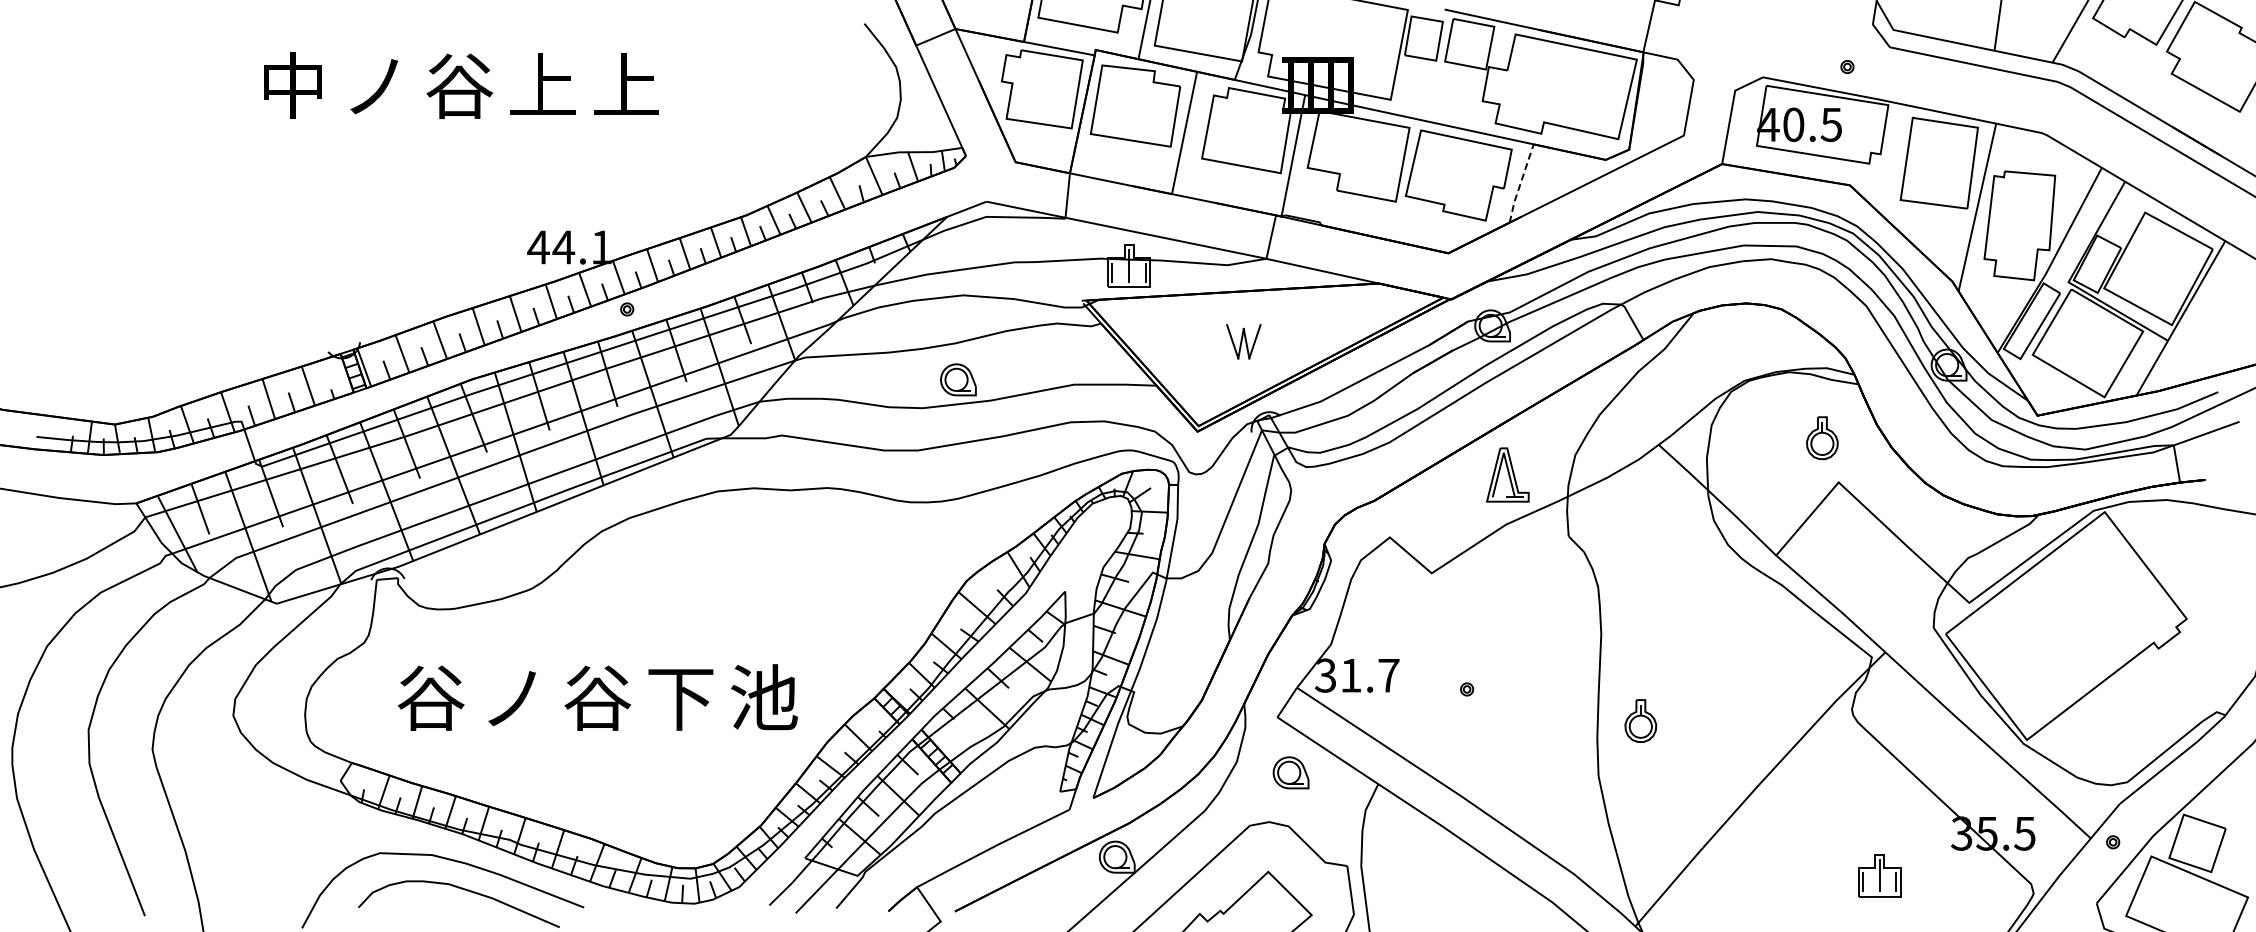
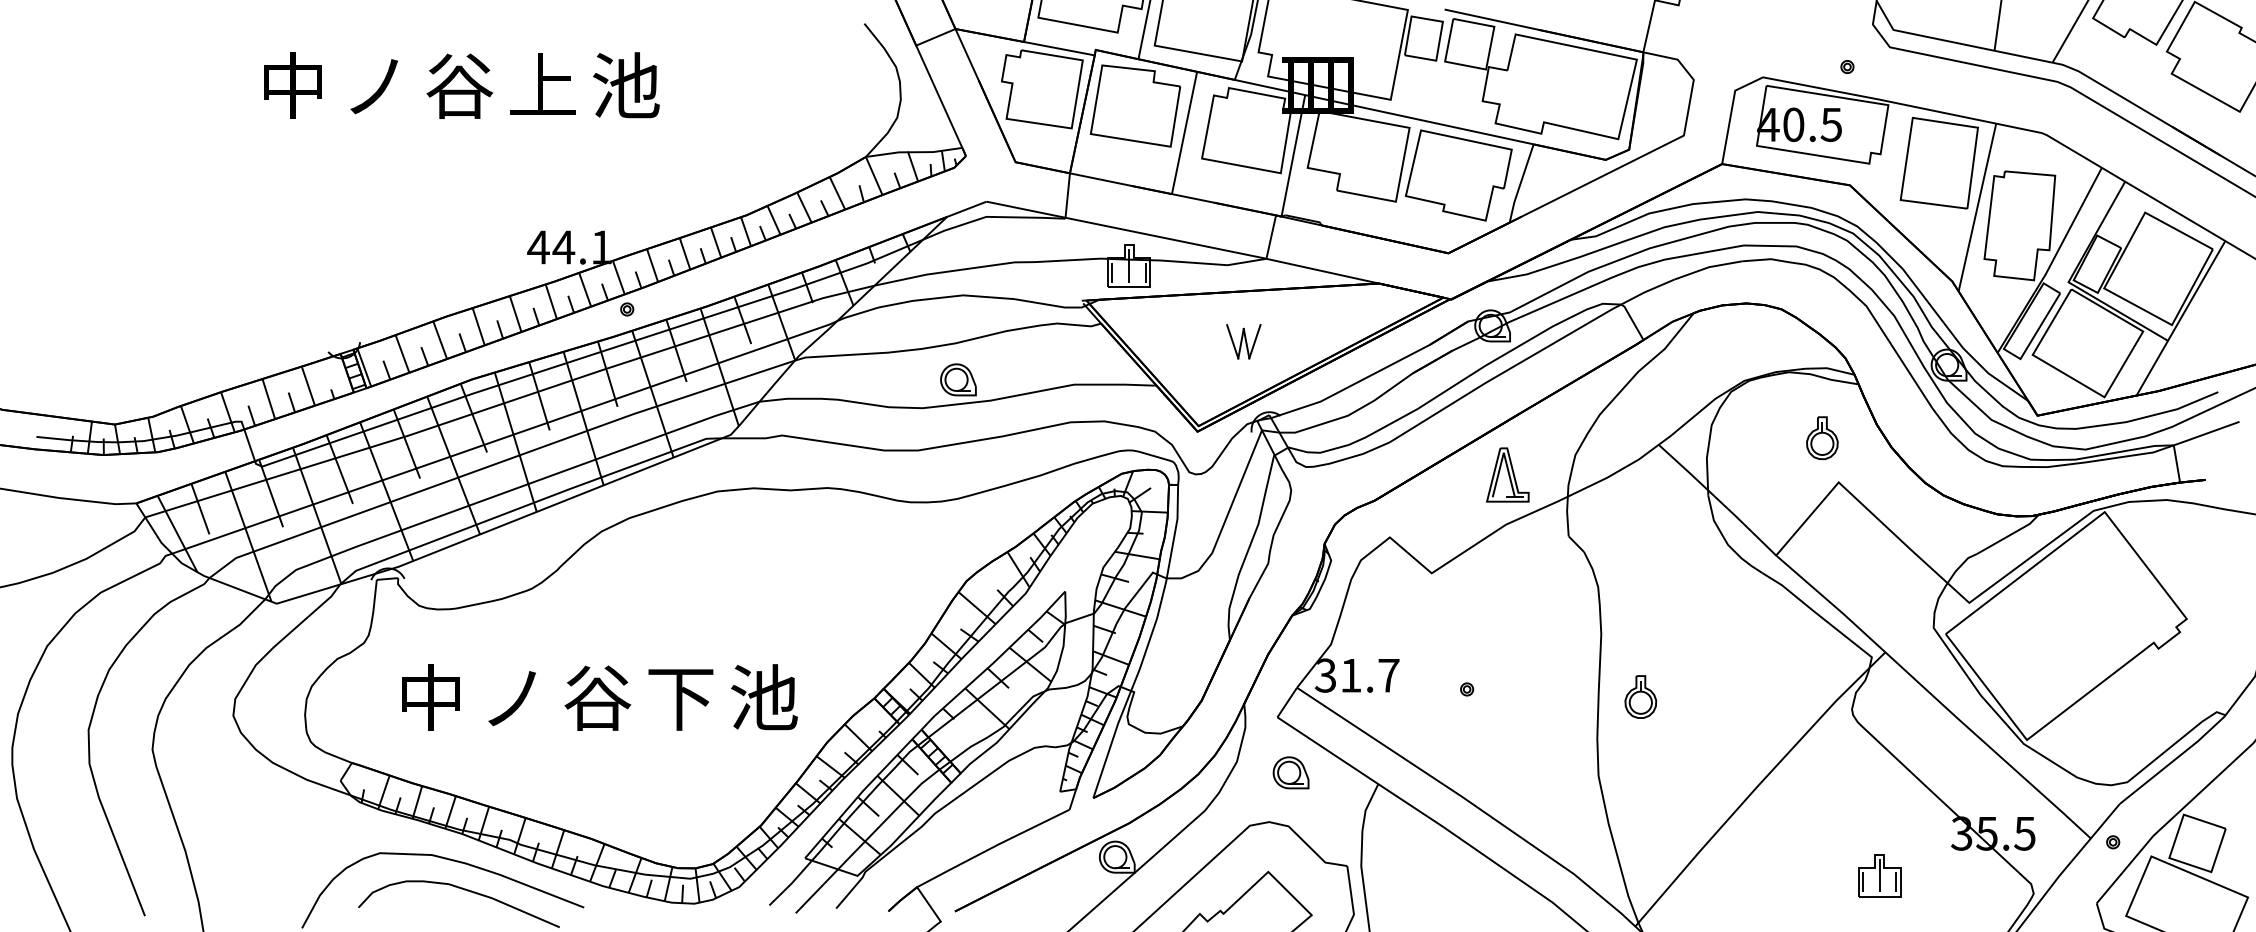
text at (626, 85): 上 -> 池
line at (1520, 183): dashed -> solid
text at (430, 697): 谷 -> 中
part at (1640, 720) position: (1640, 720) -> (1640, 696)
